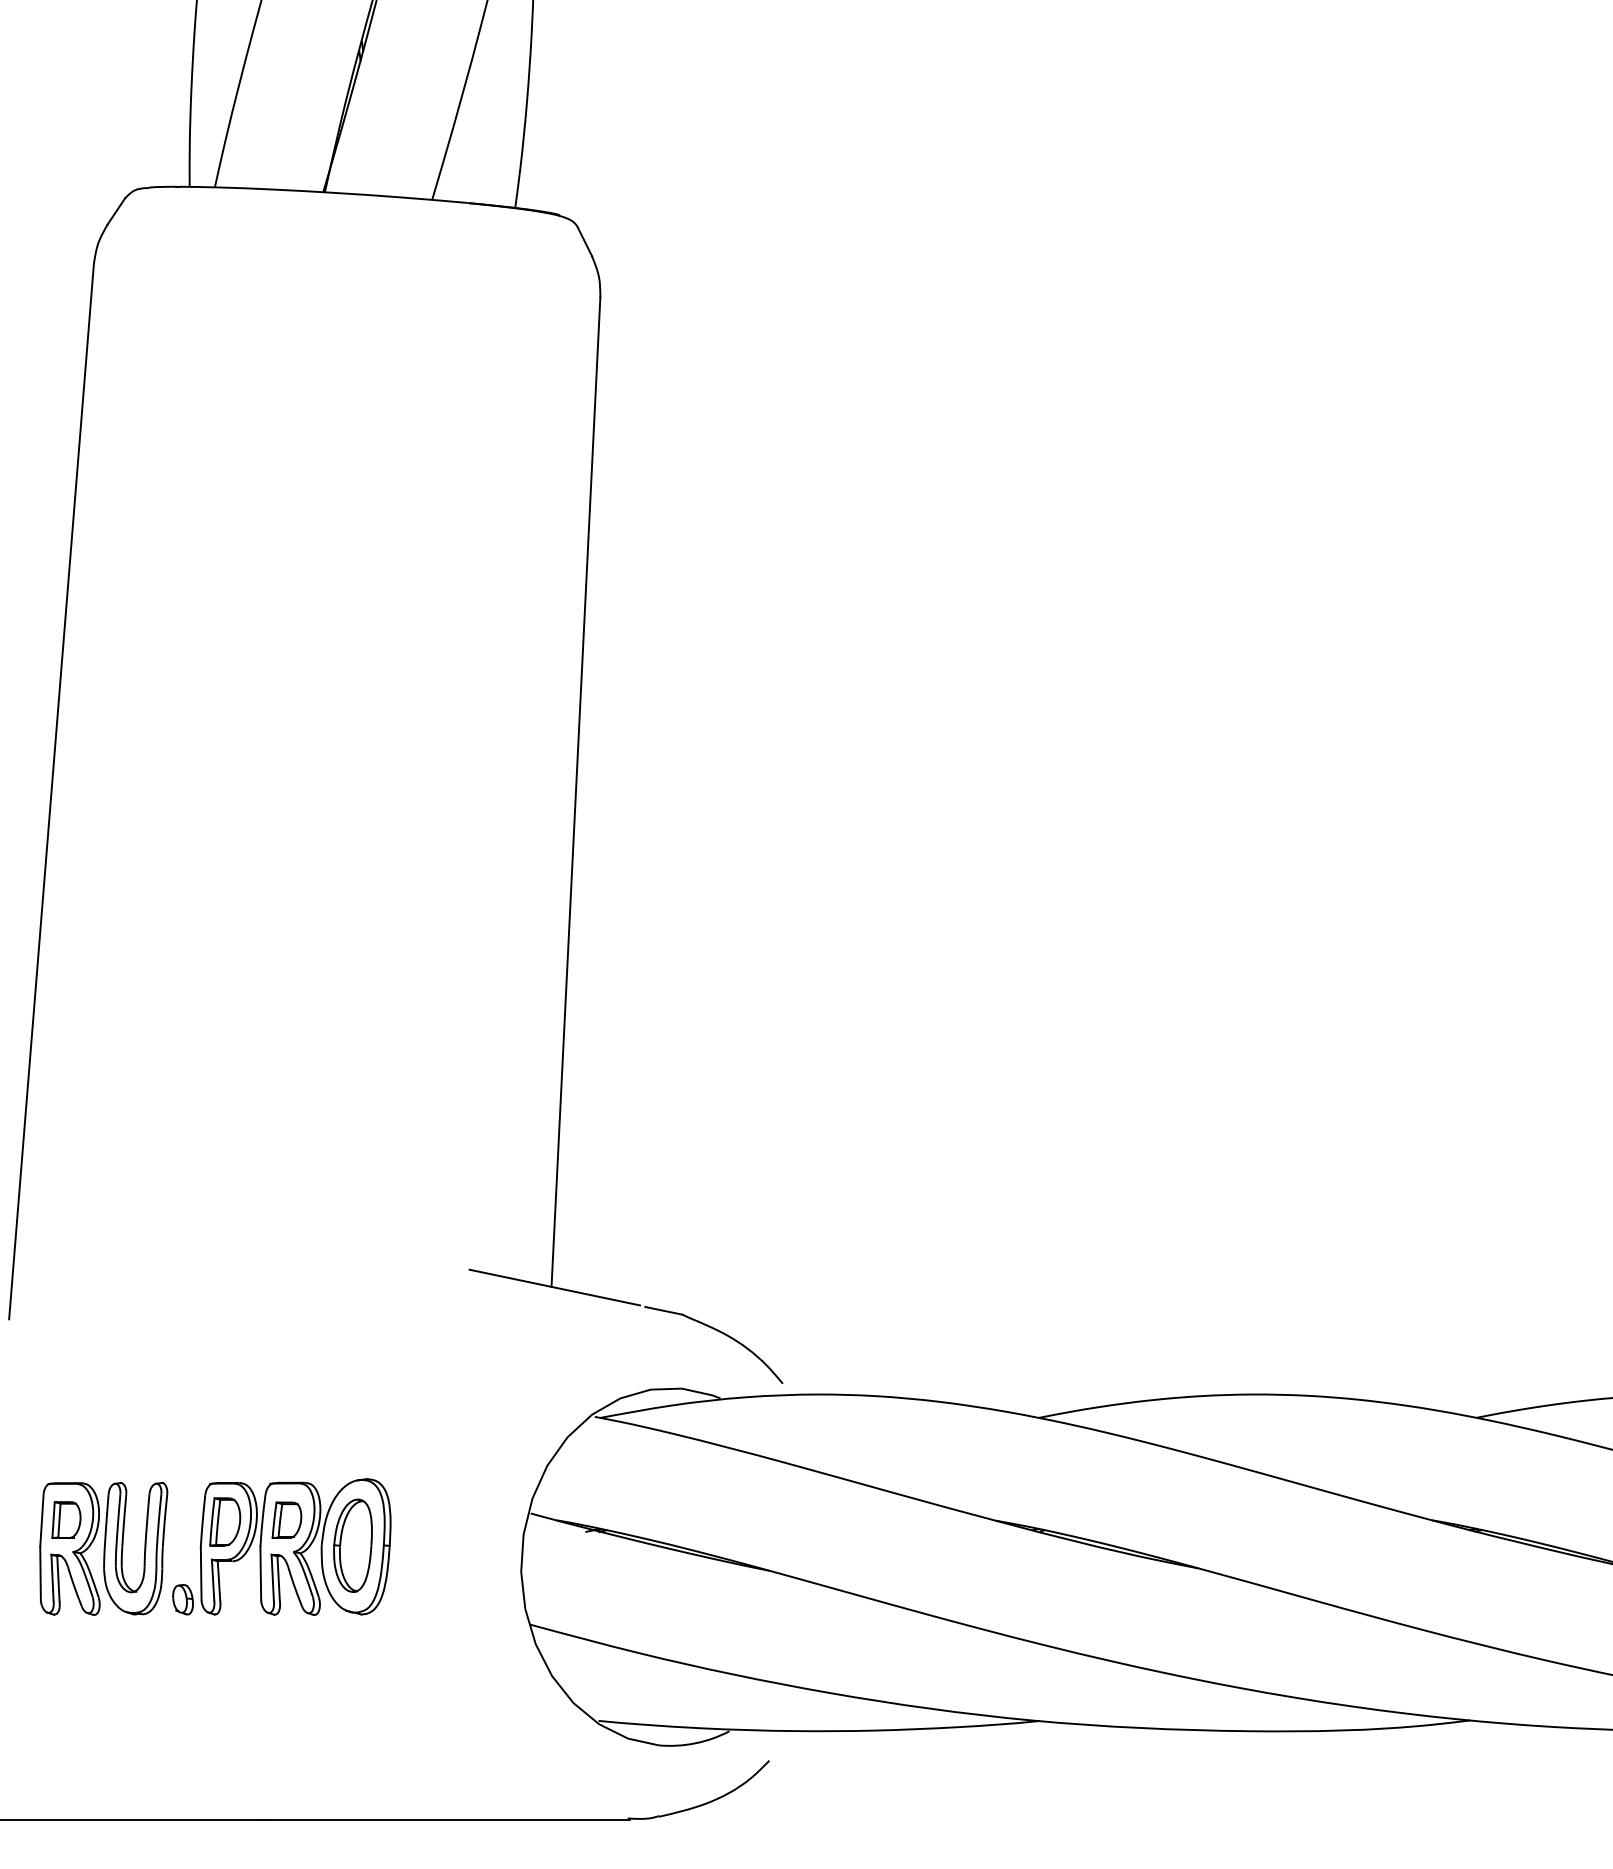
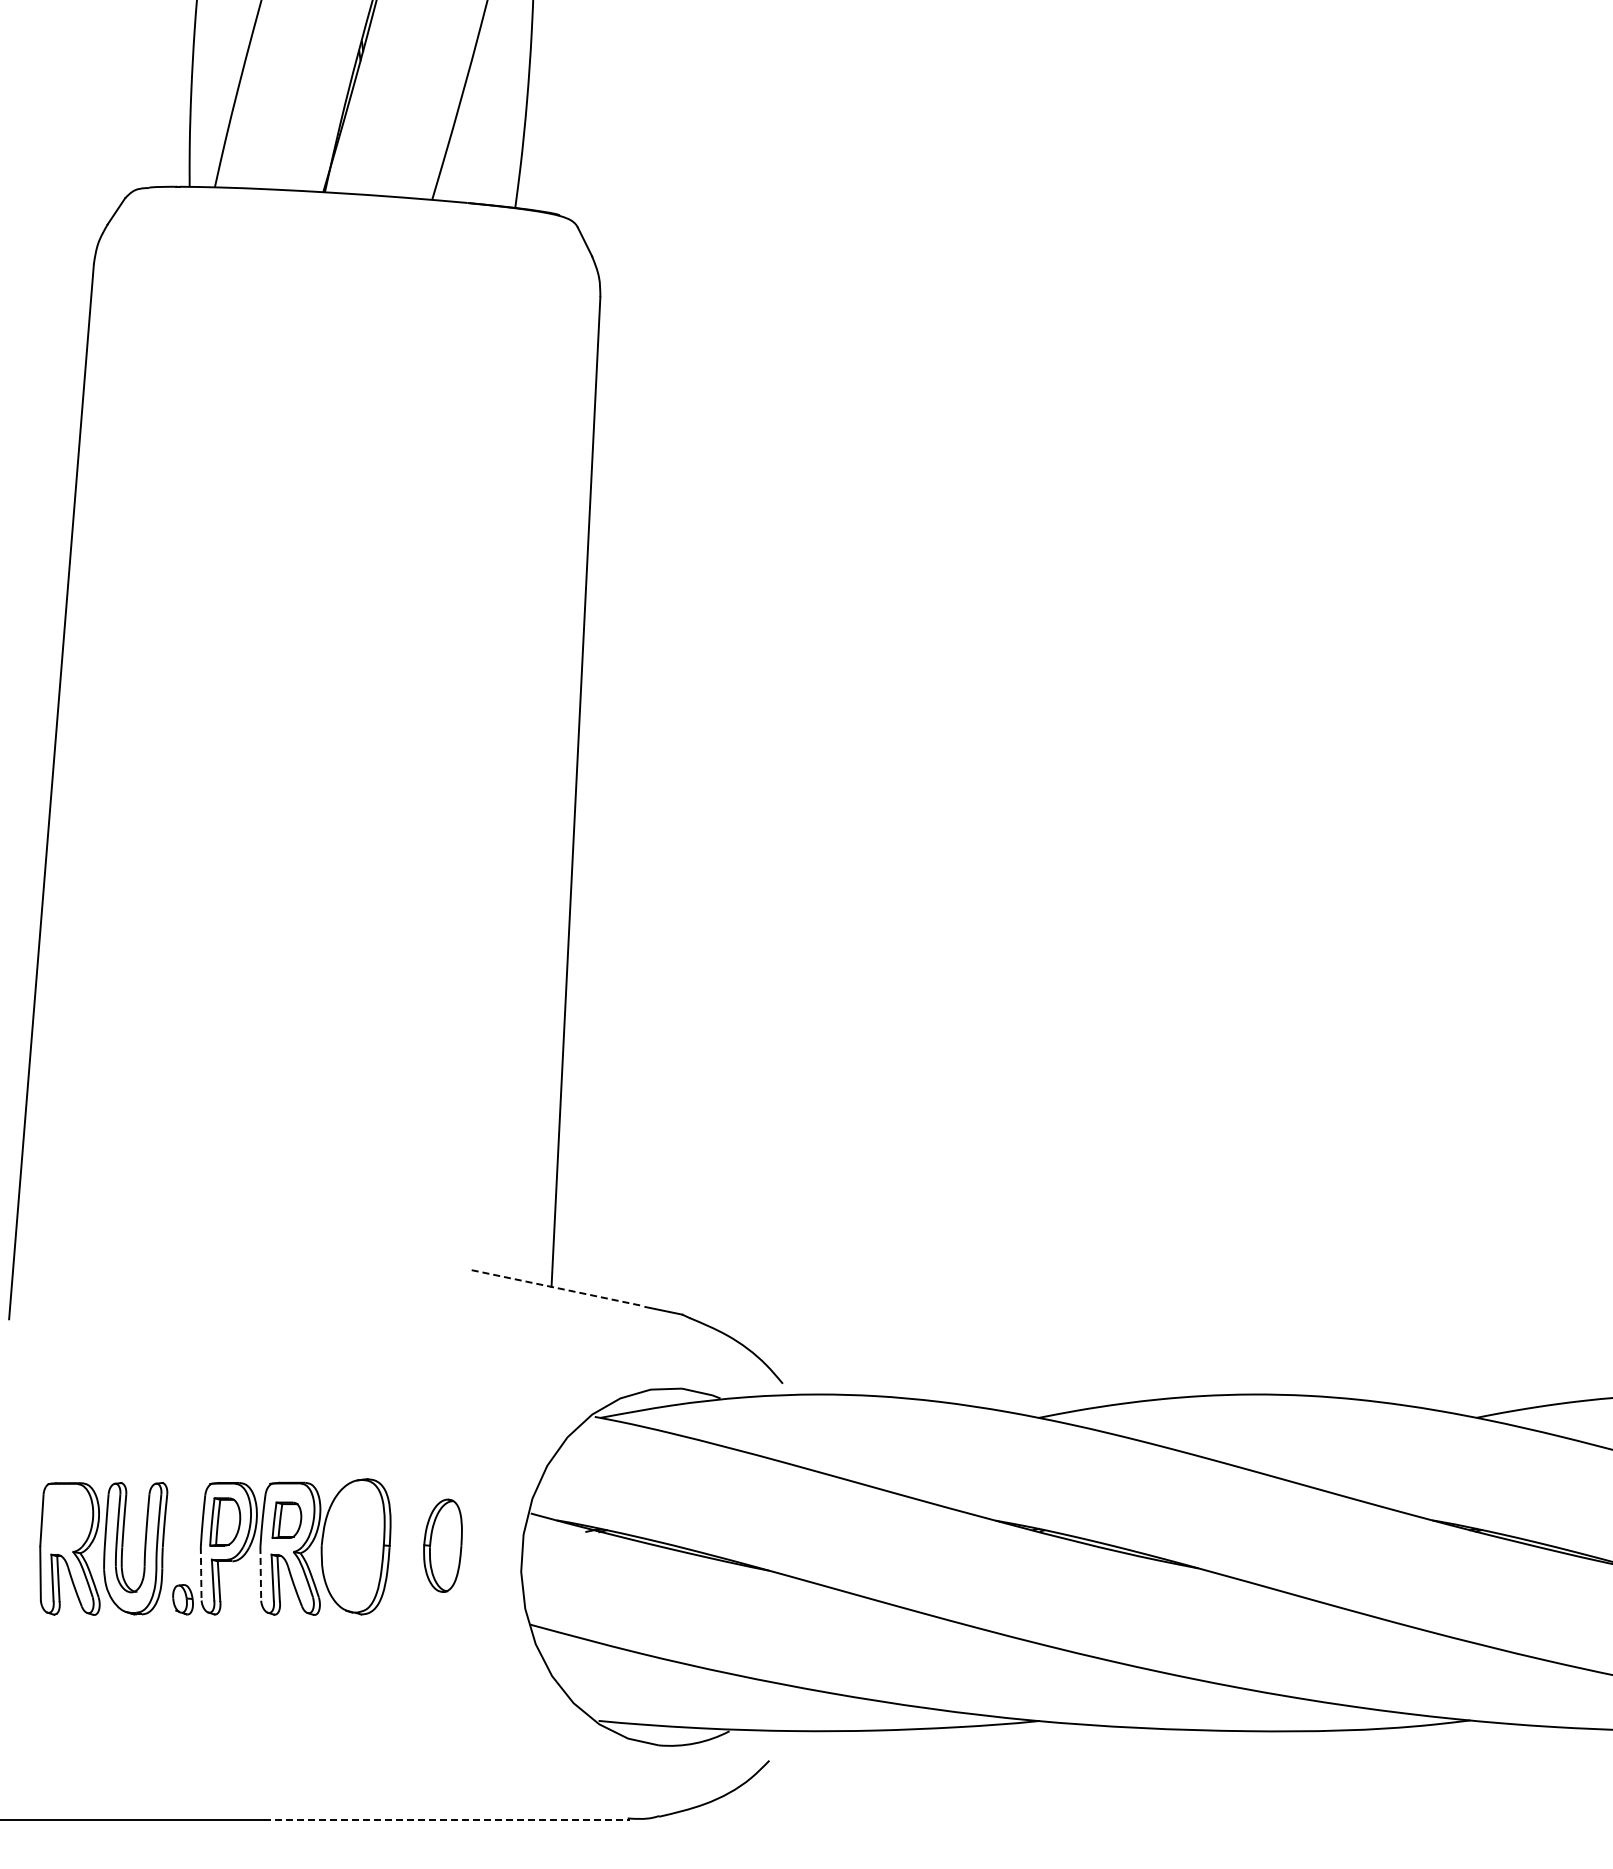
line at (554, 1287): solid -> dashed
part at (66, 1519): present -> none
part at (352, 1545) position: (352, 1545) -> (442, 1545)
line at (201, 1573): solid -> dashed
line at (260, 1573): solid -> dashed
line at (447, 1819): solid -> dashed
